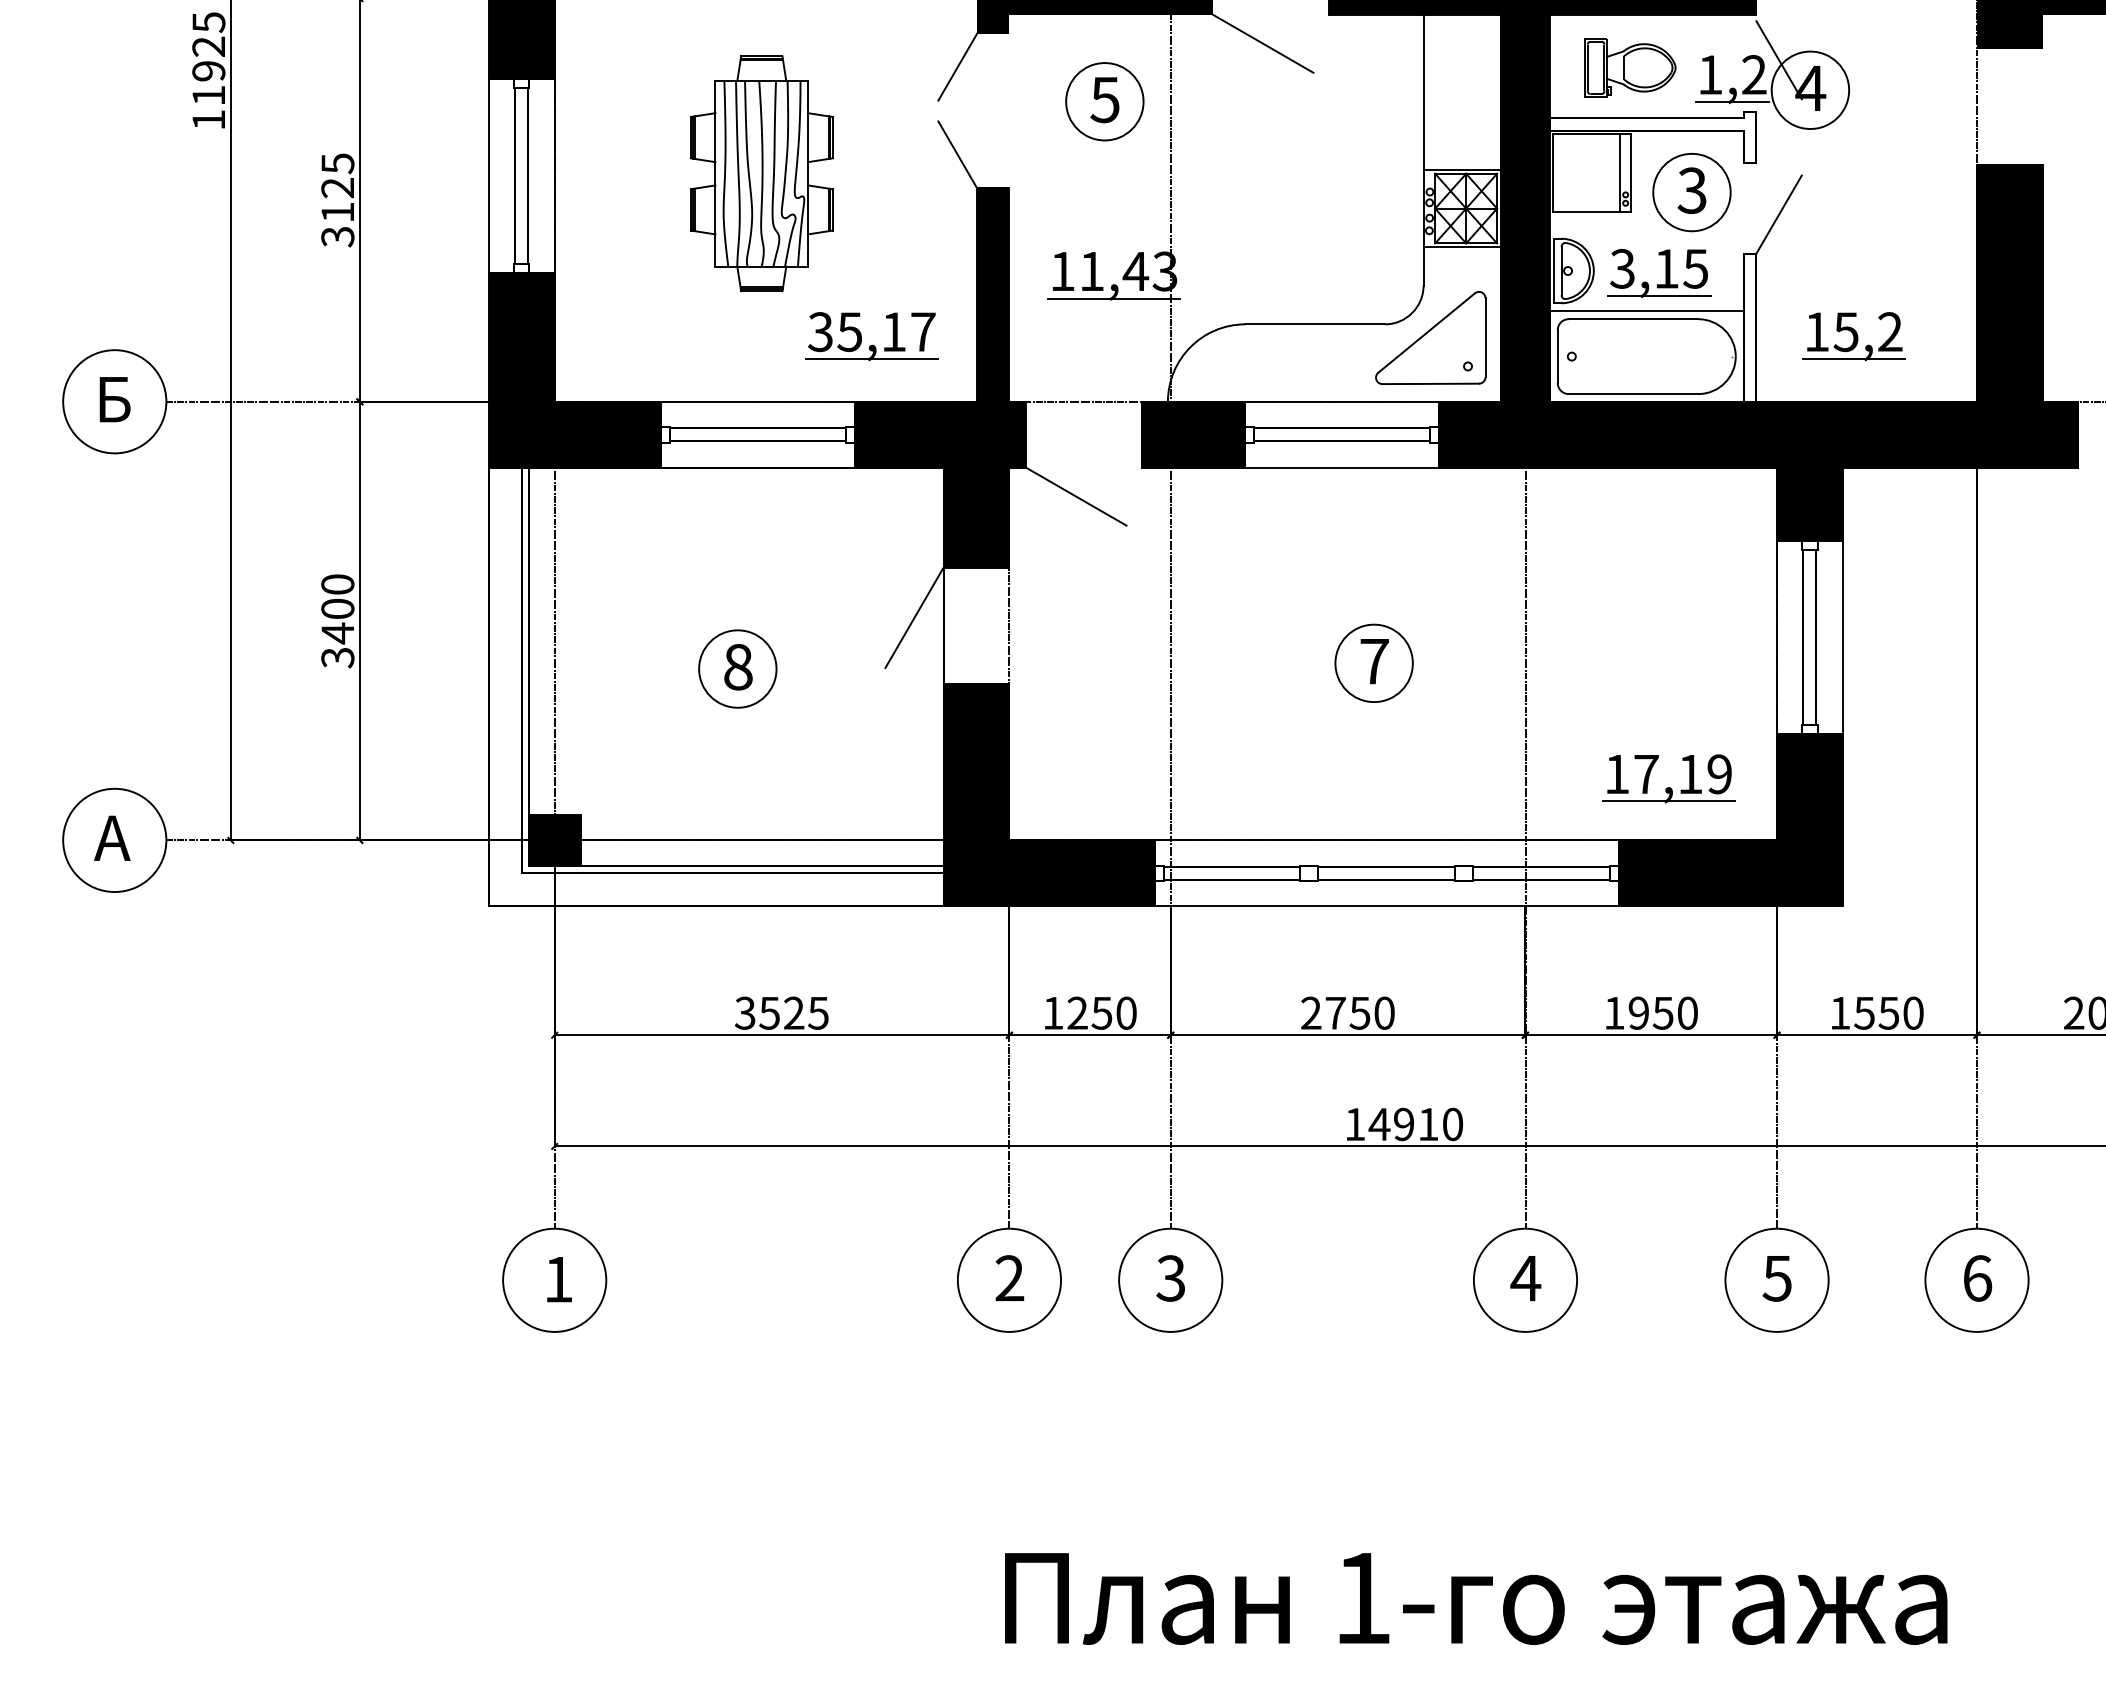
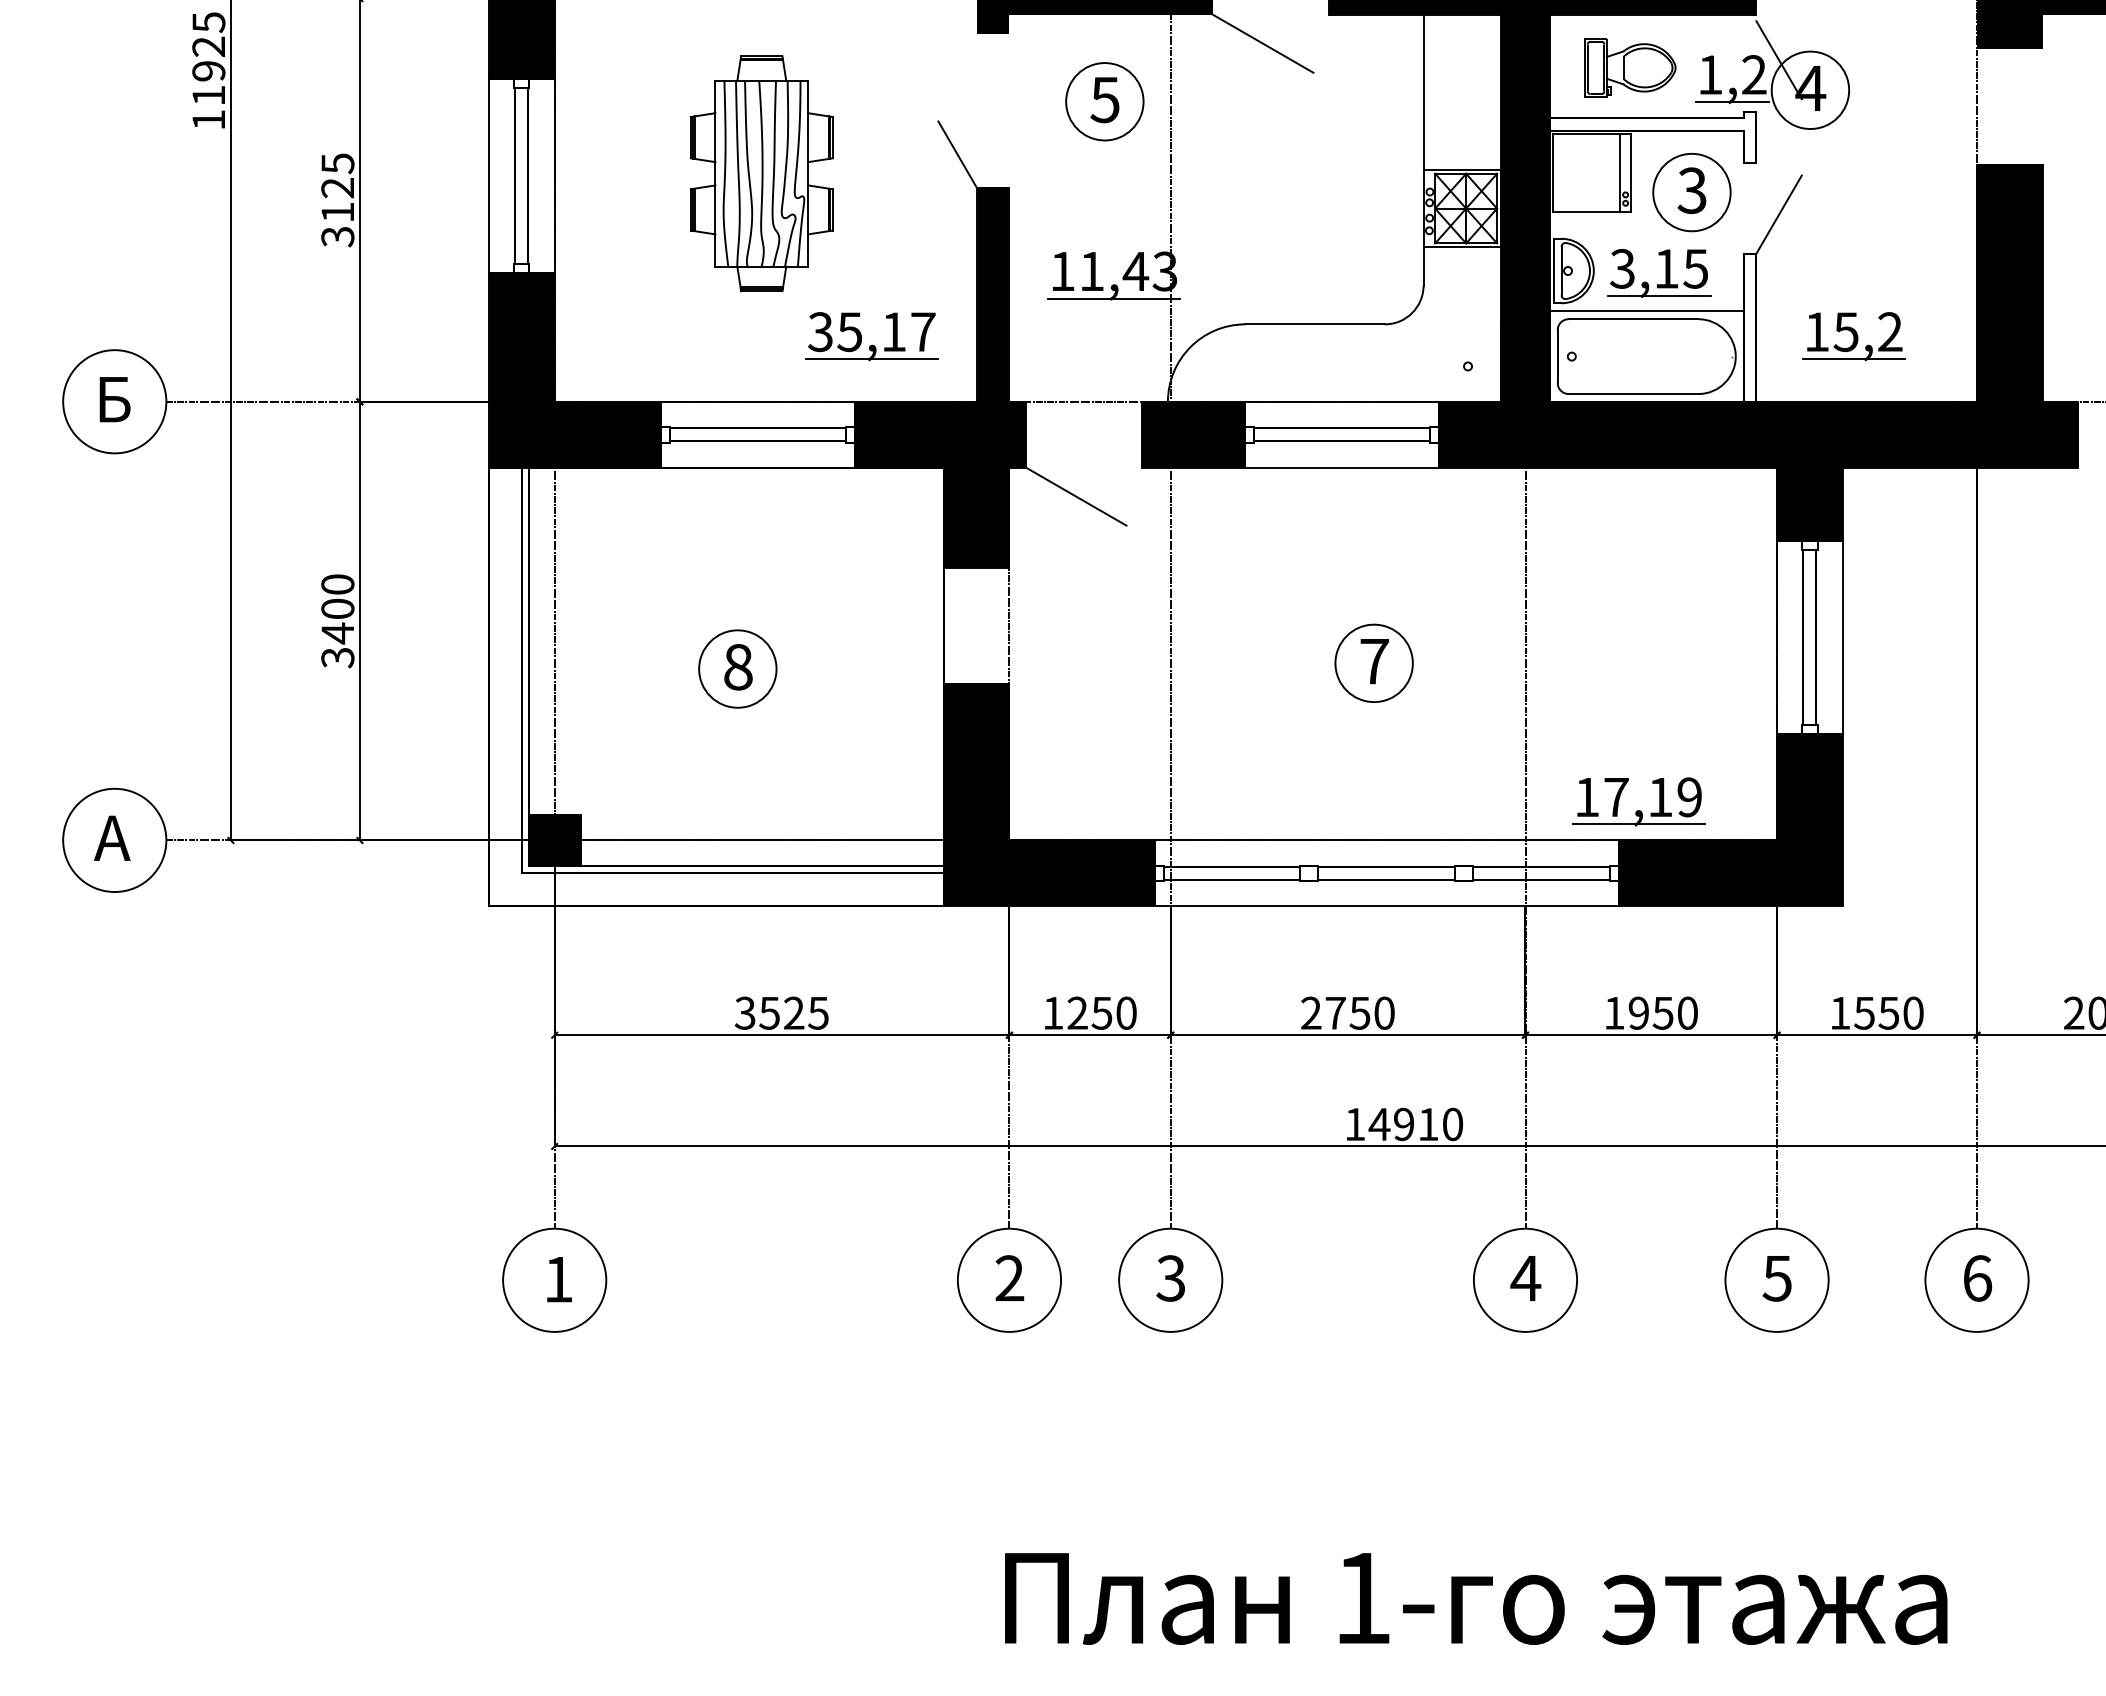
line at (957, 66): present -> none
part at (1430, 337): present -> none
line at (914, 617): present -> none
part at (1668, 787) position: (1668, 787) -> (1638, 810)
